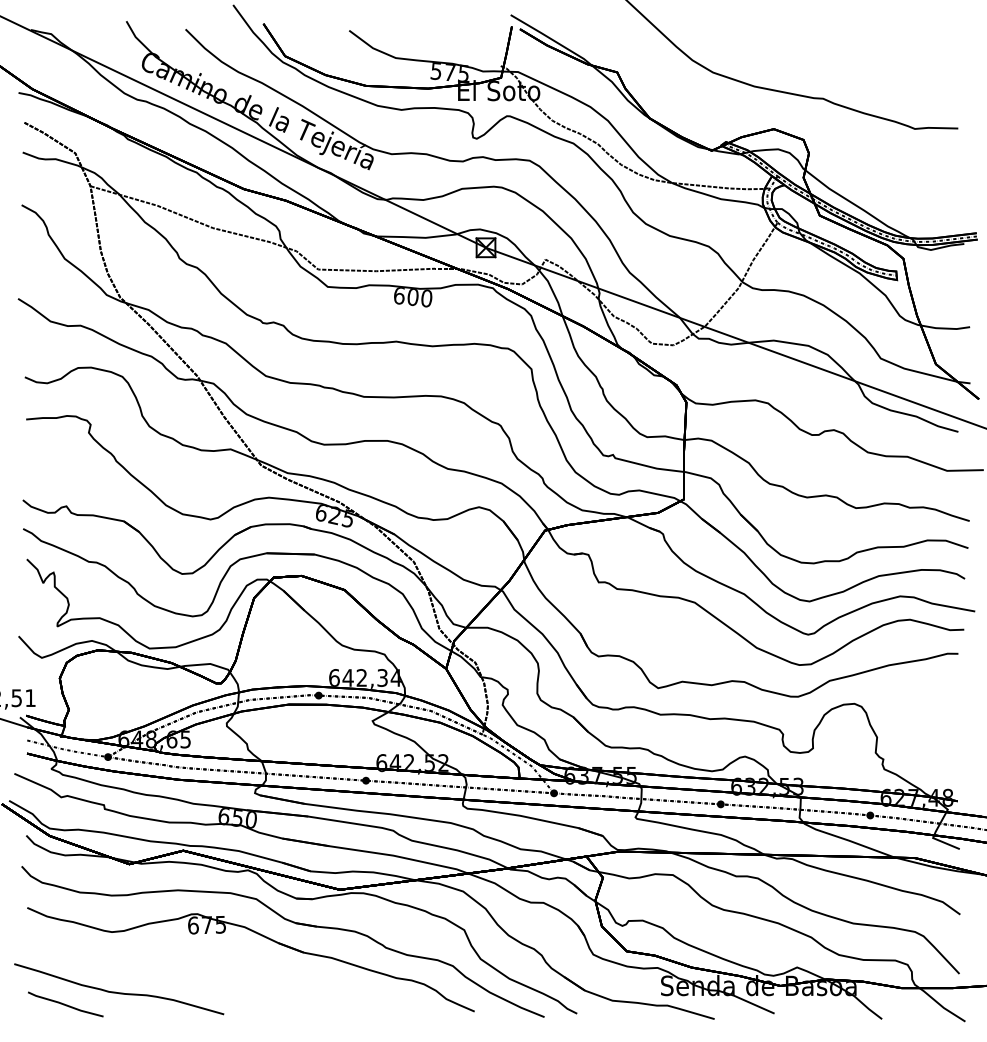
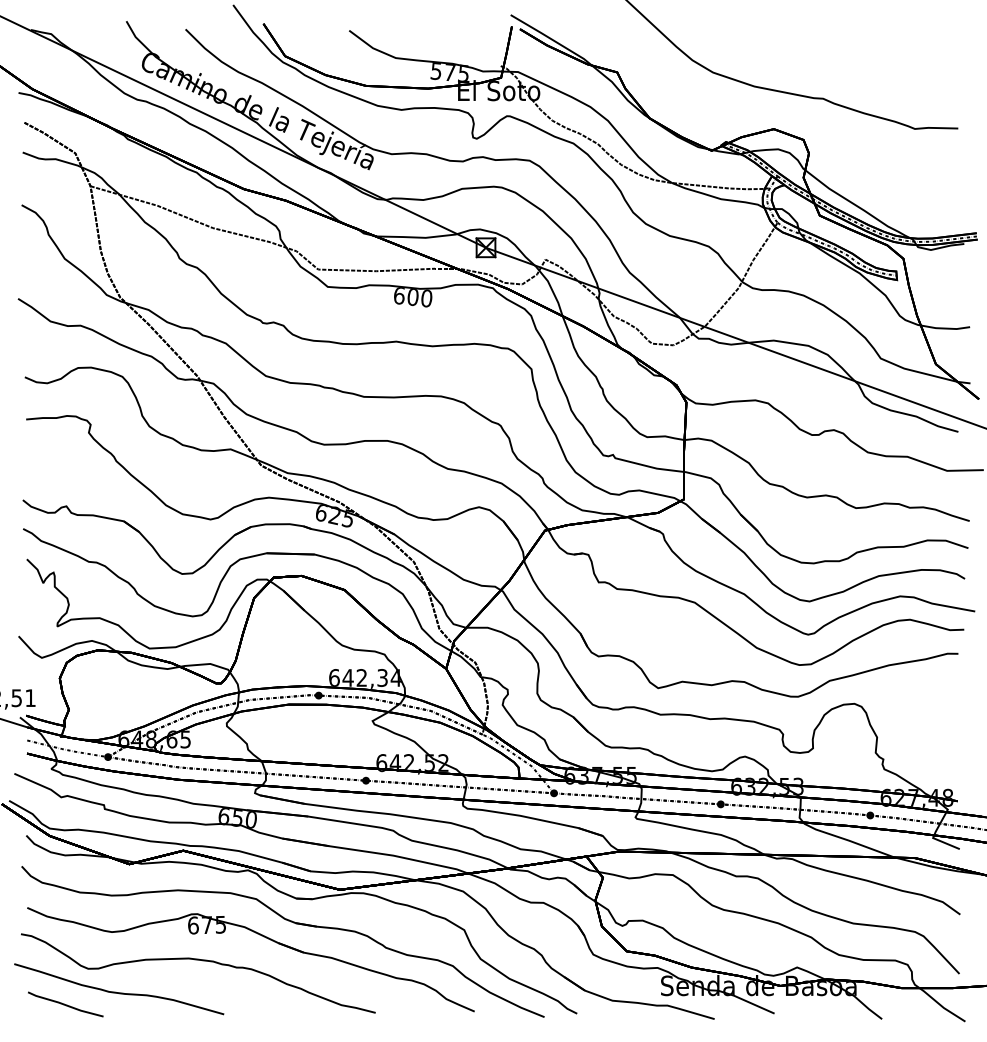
curve at (202, 961): none -> present
